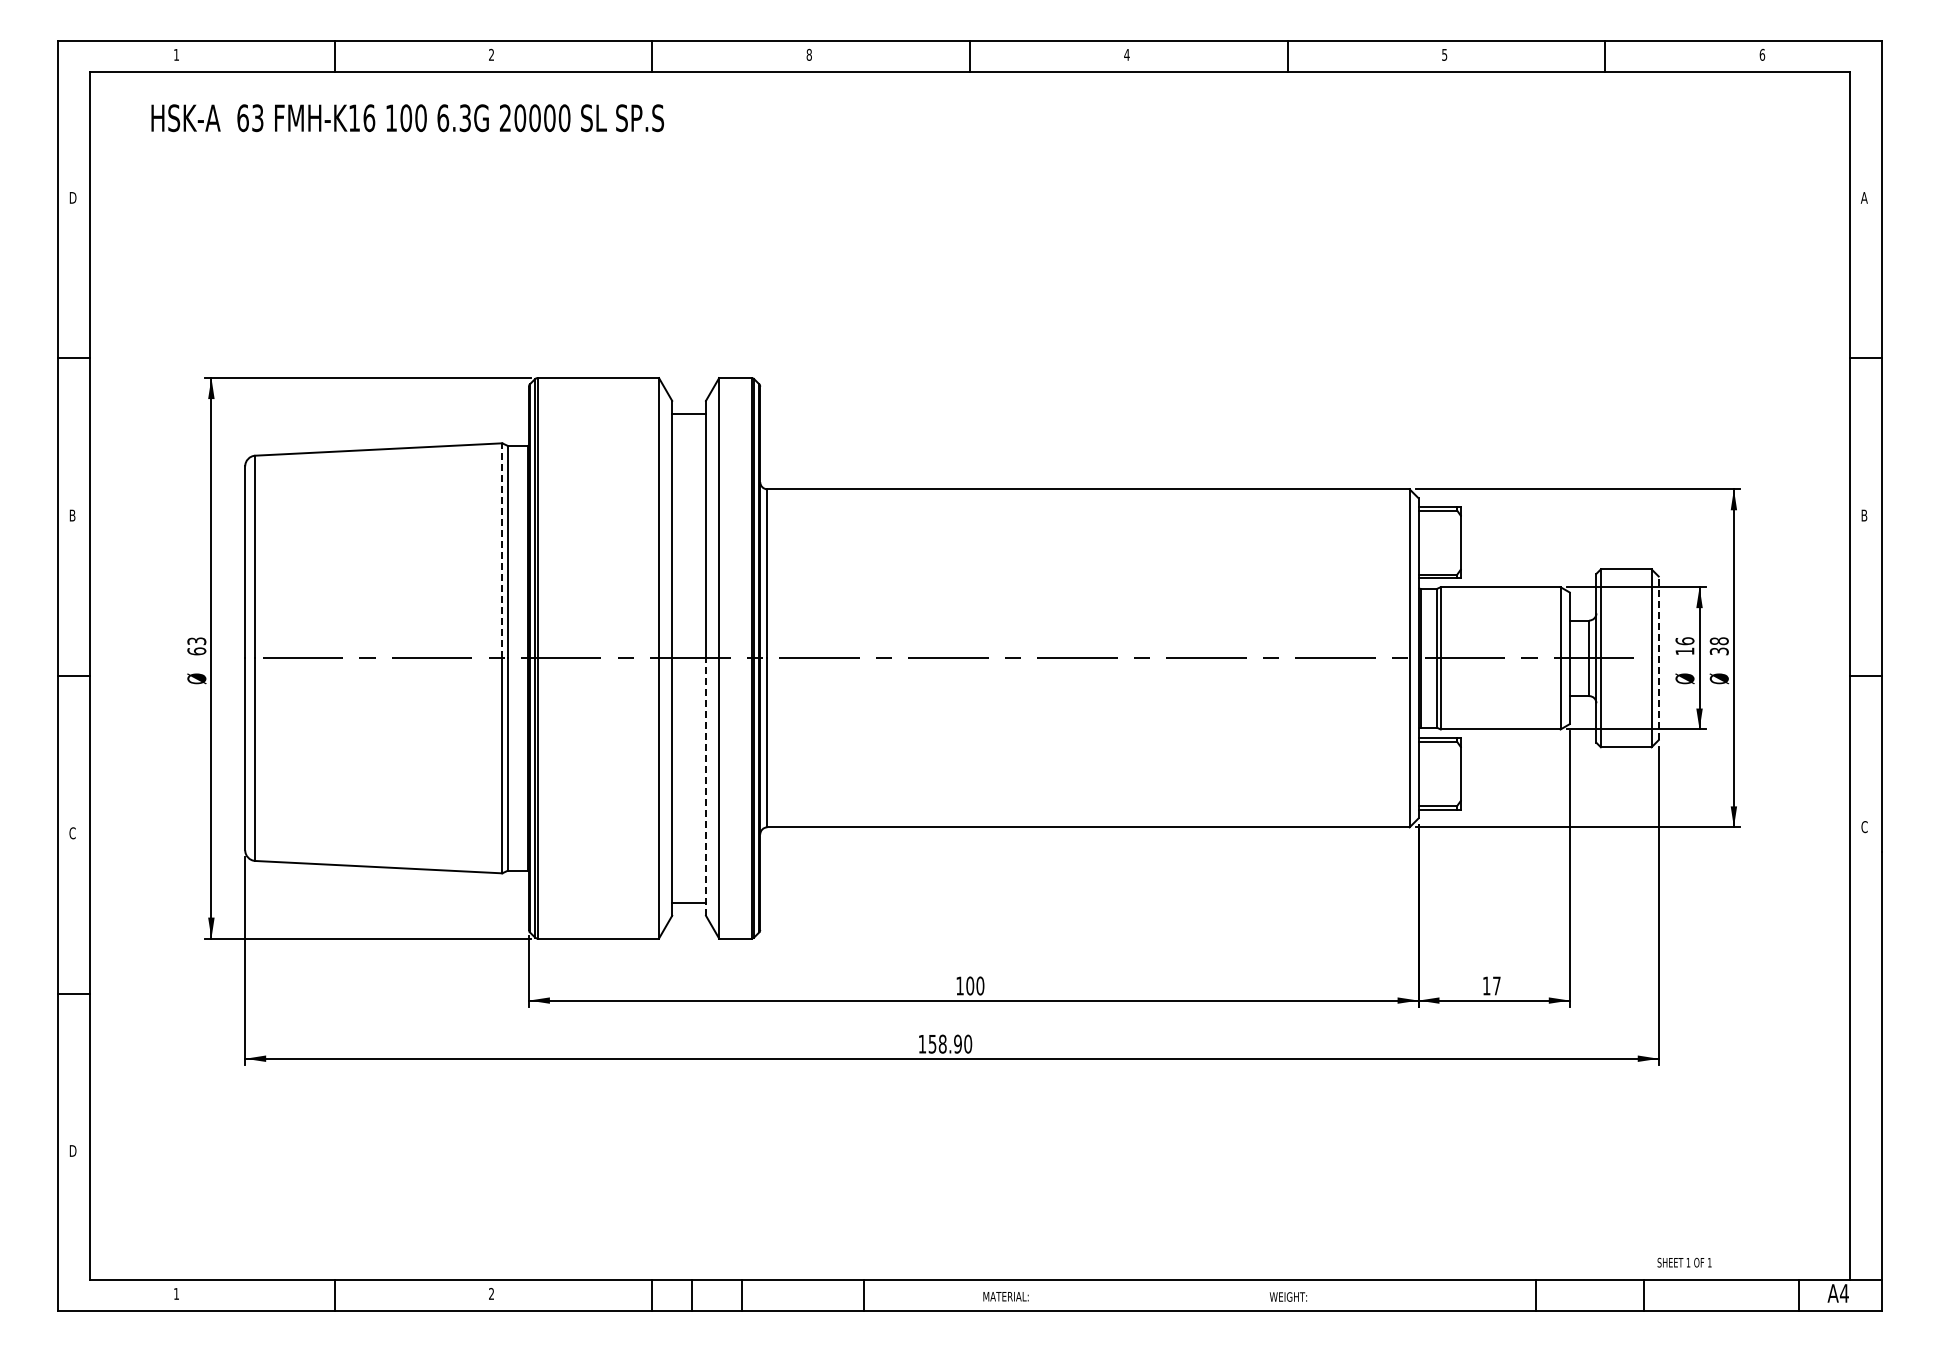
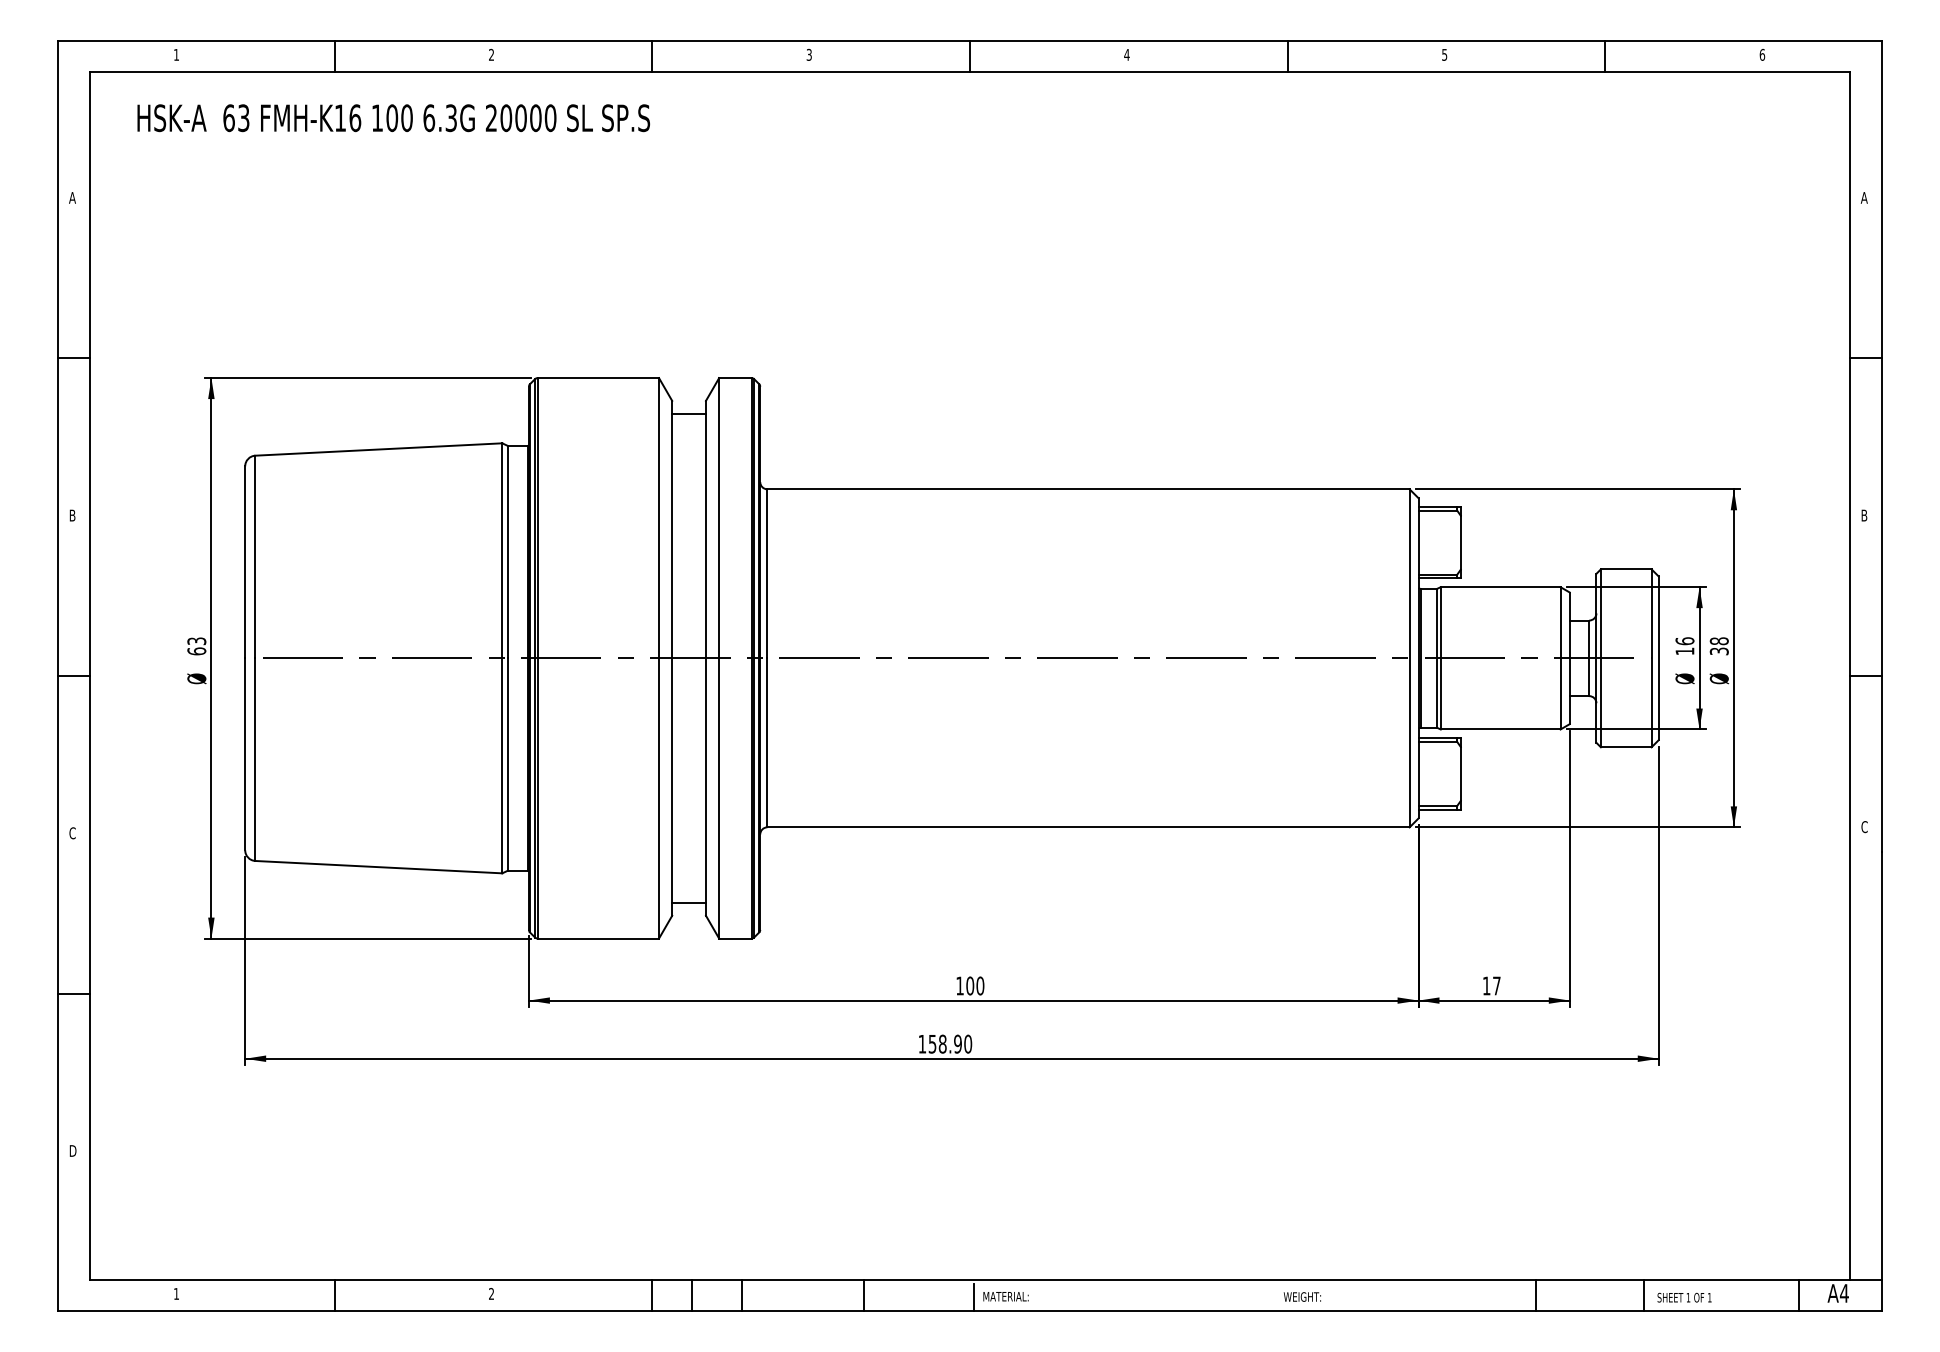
text at (808, 54): 8 -> 3
text at (407, 118) position: (407, 118) -> (393, 118)
text at (72, 197): D -> A
line at (502, 550): dashed -> solid
line at (1658, 658): dashed -> solid
line at (706, 787): dashed -> solid
text at (1684, 1262) position: (1684, 1262) -> (1684, 1297)
text at (1287, 1296) position: (1287, 1296) -> (1301, 1296)
line at (974, 1297): none -> present
